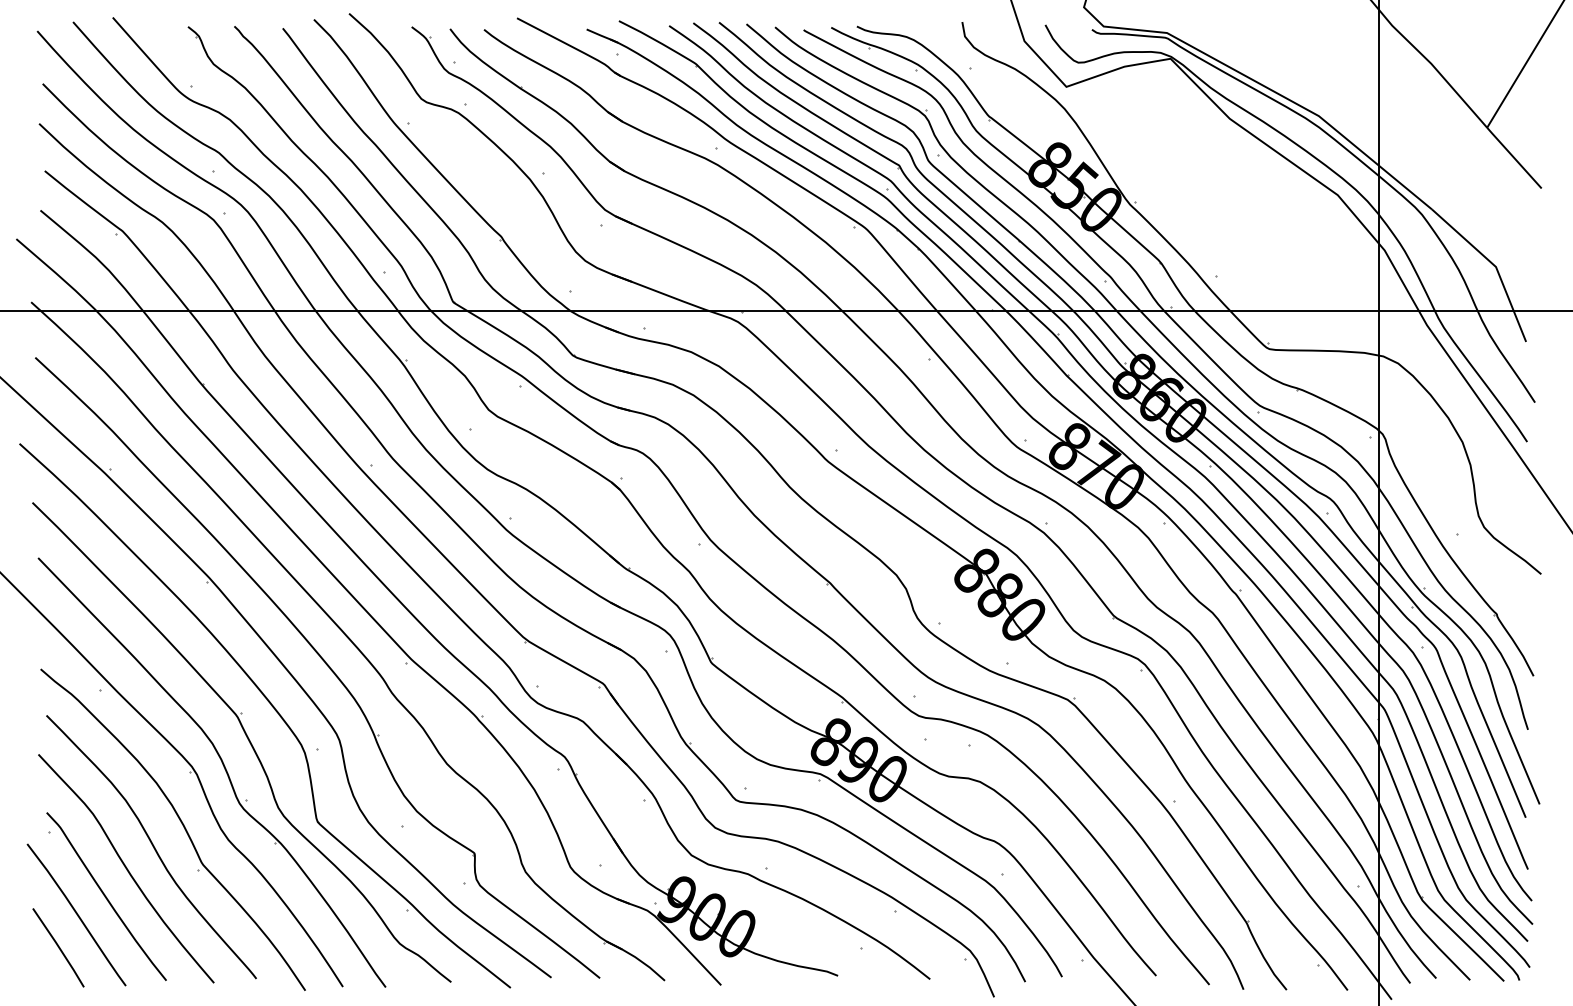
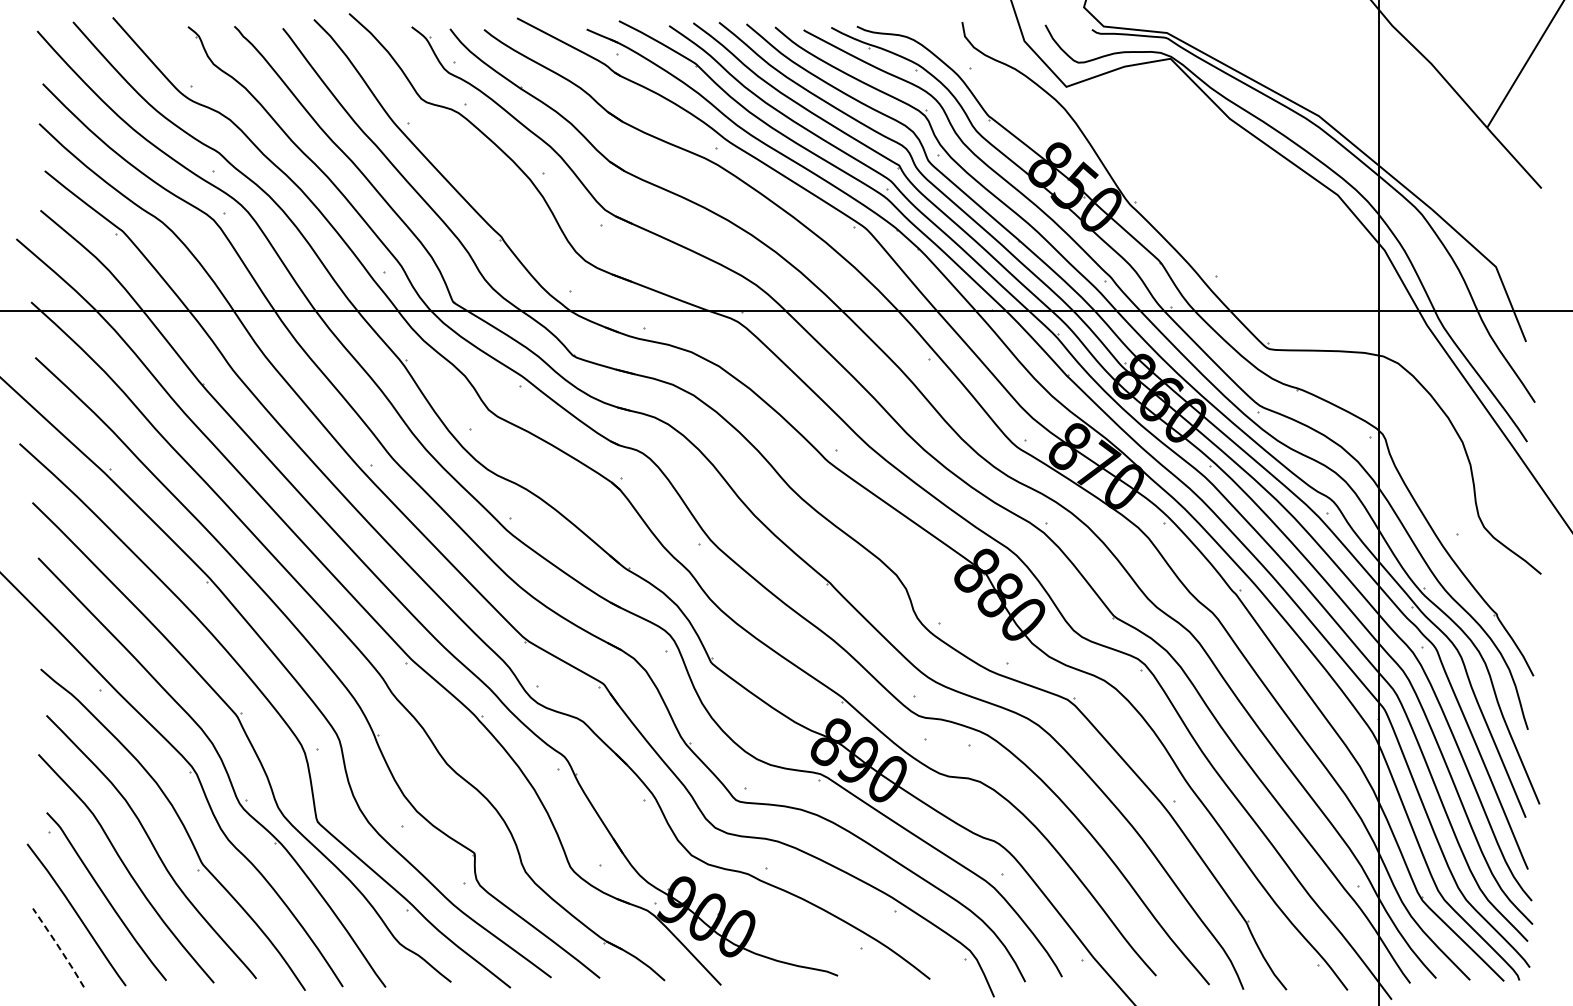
line at (59, 948): solid -> dashed
